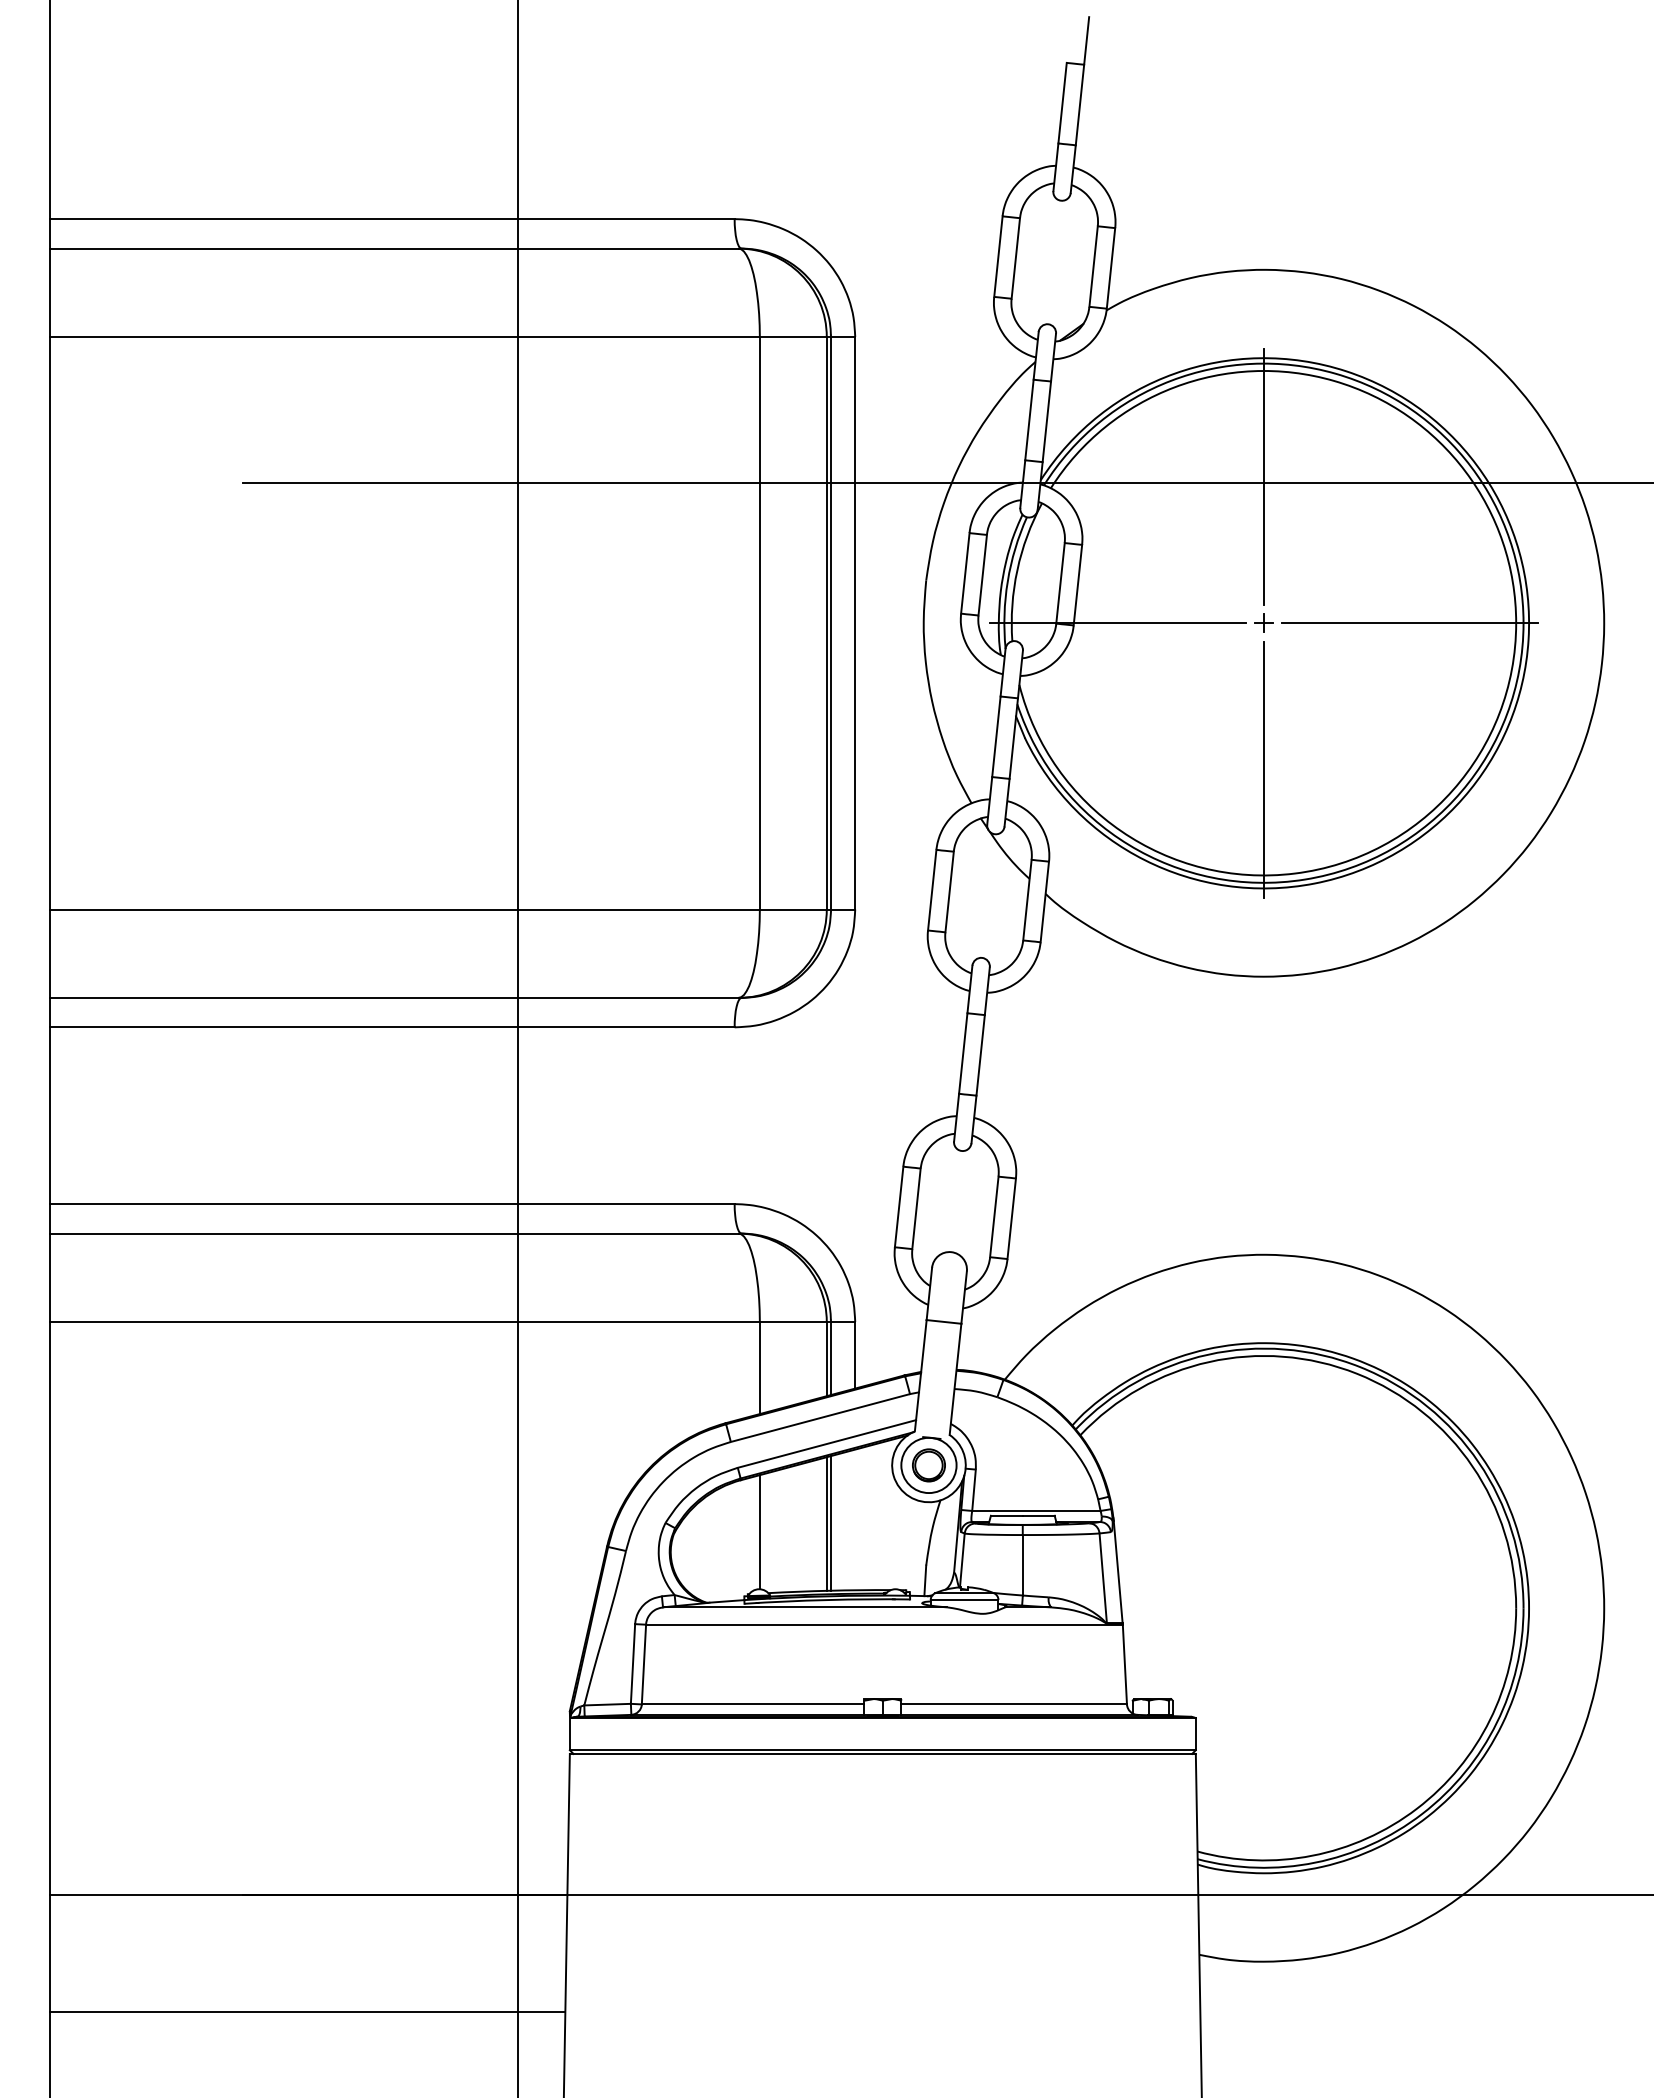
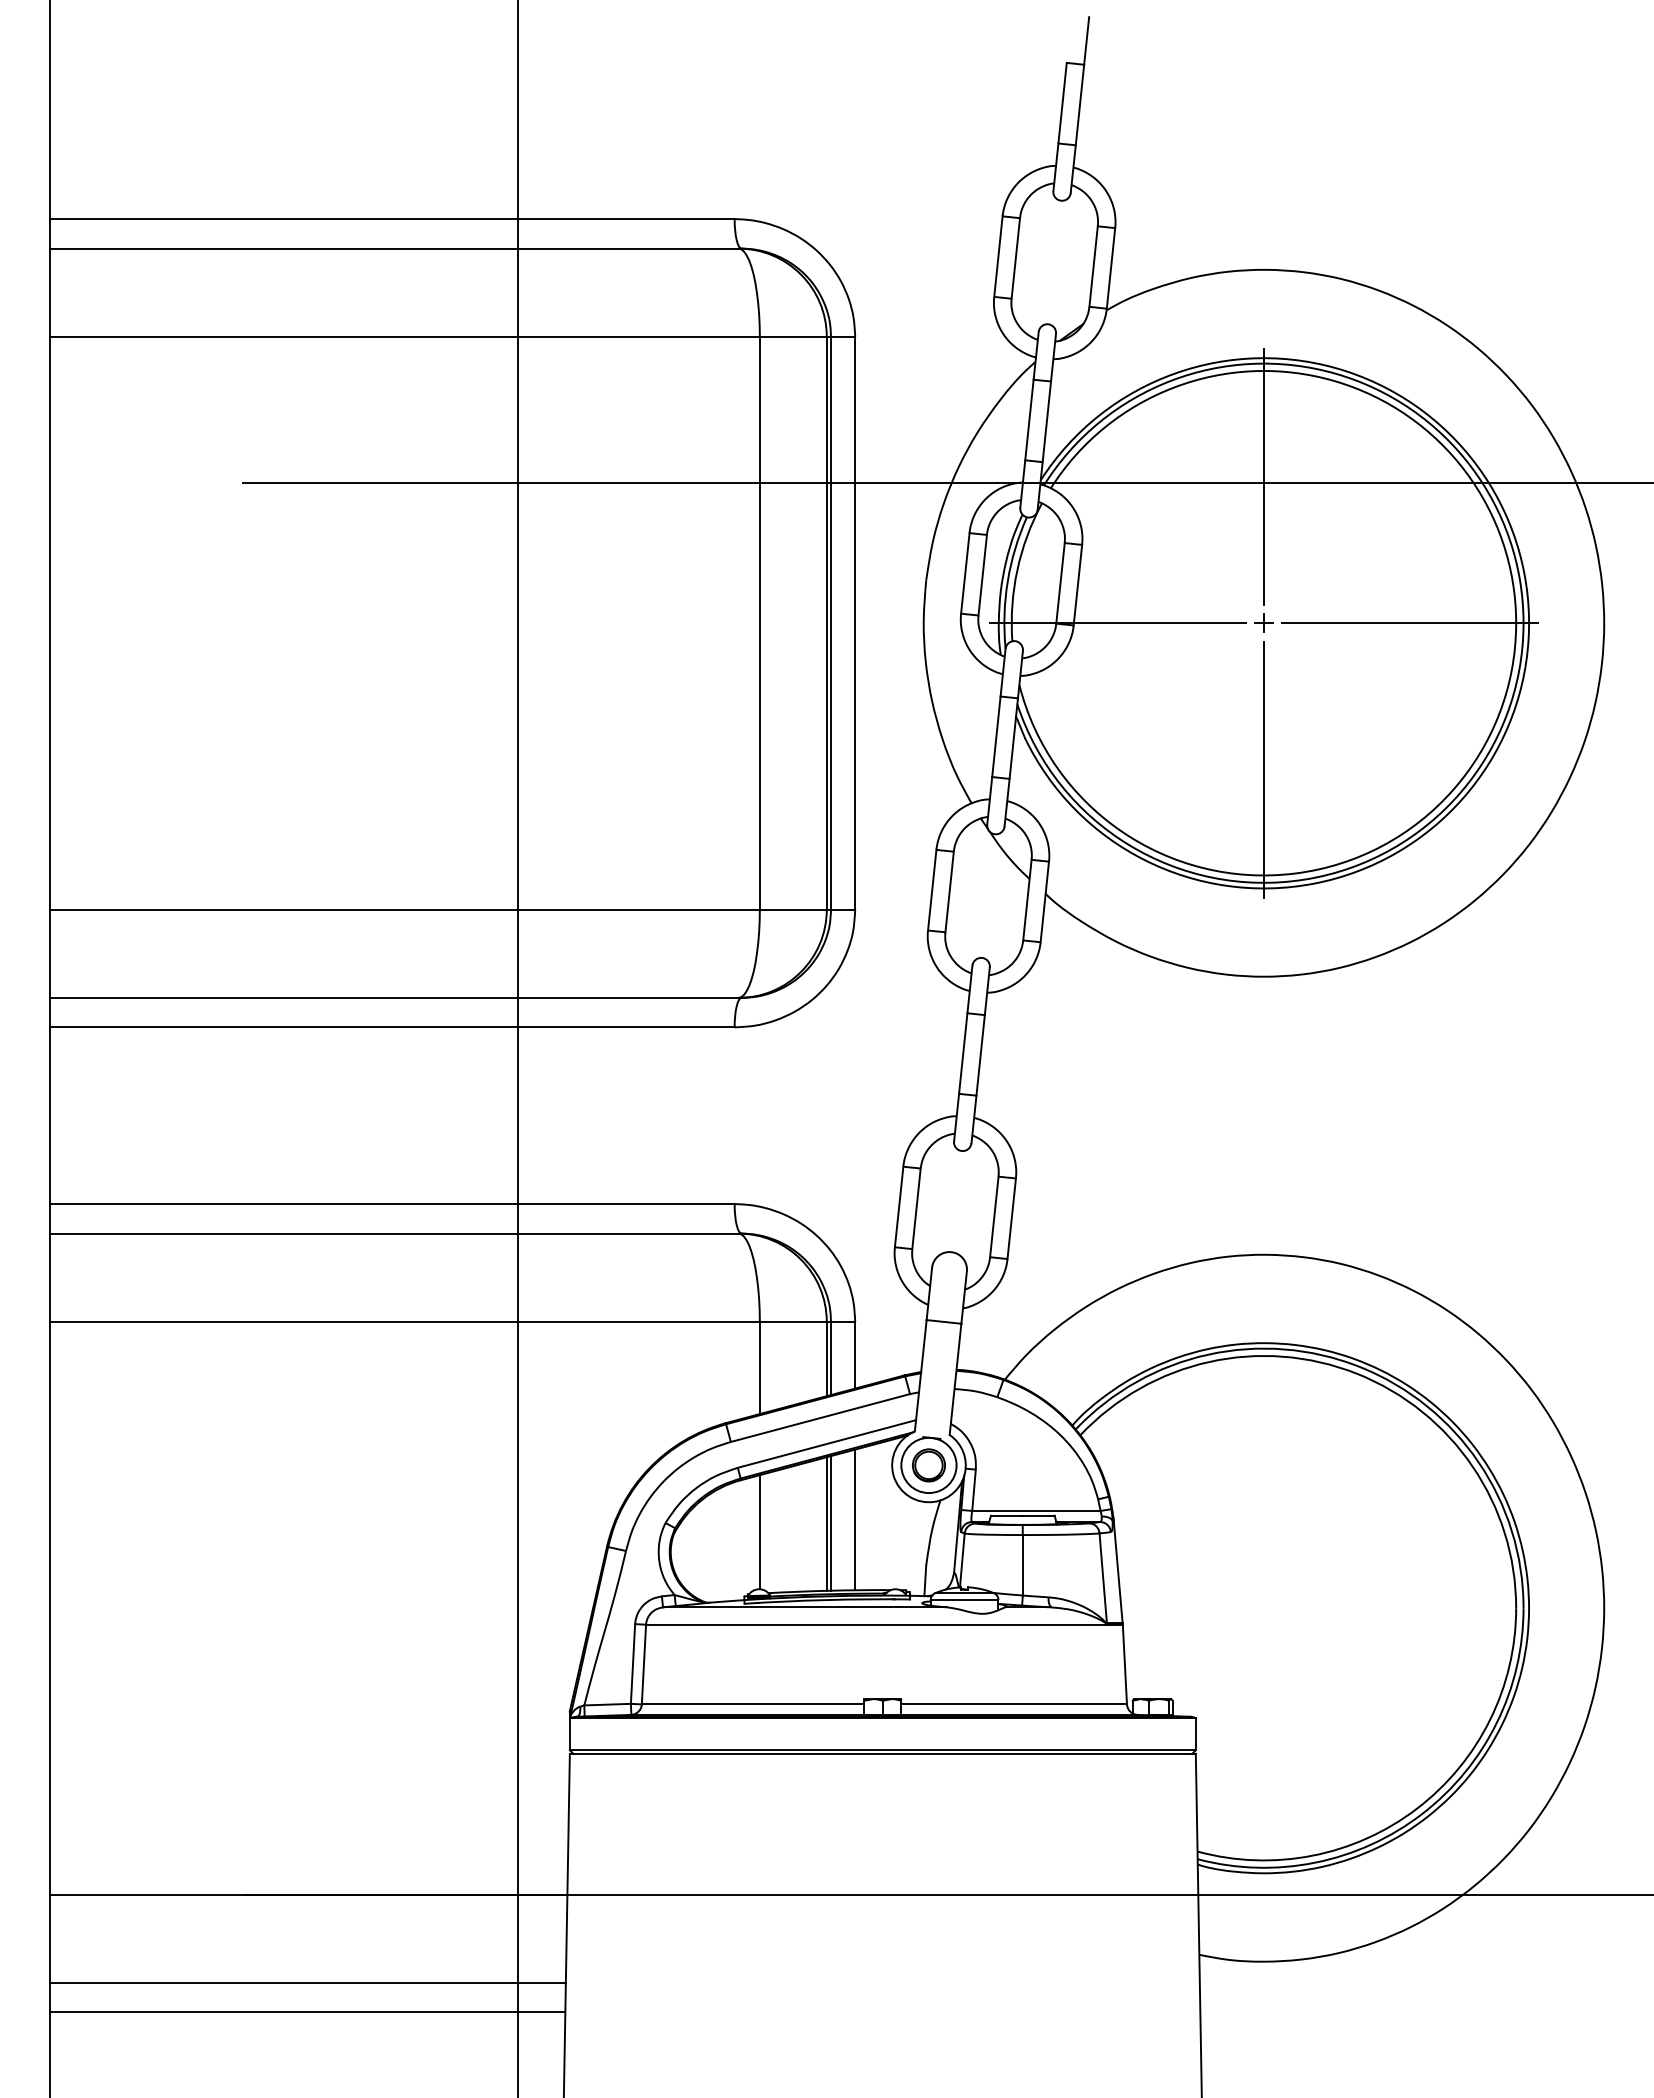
line at (855, 1519): none -> present
line at (307, 1982): none -> present
